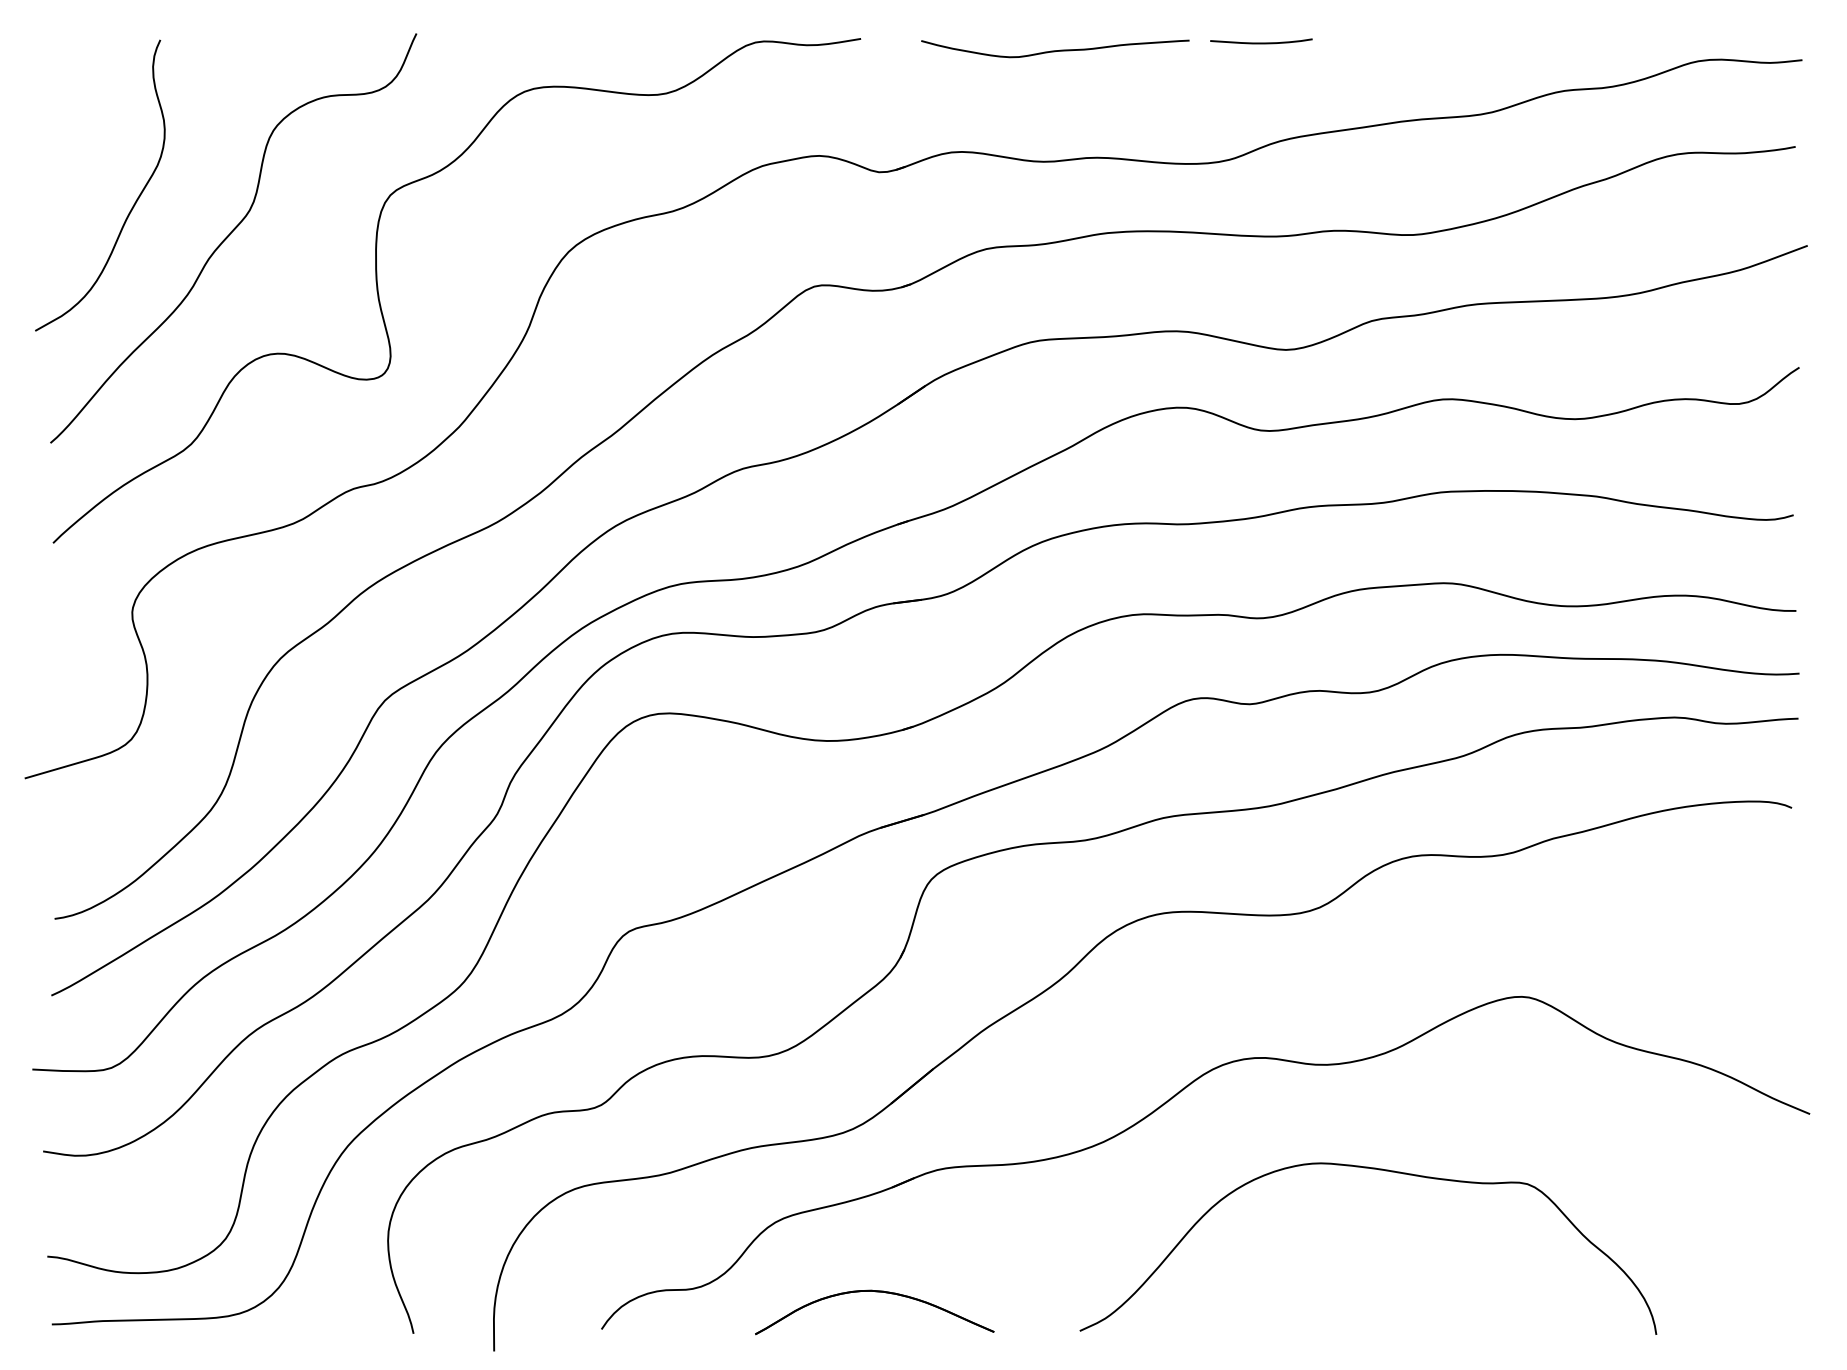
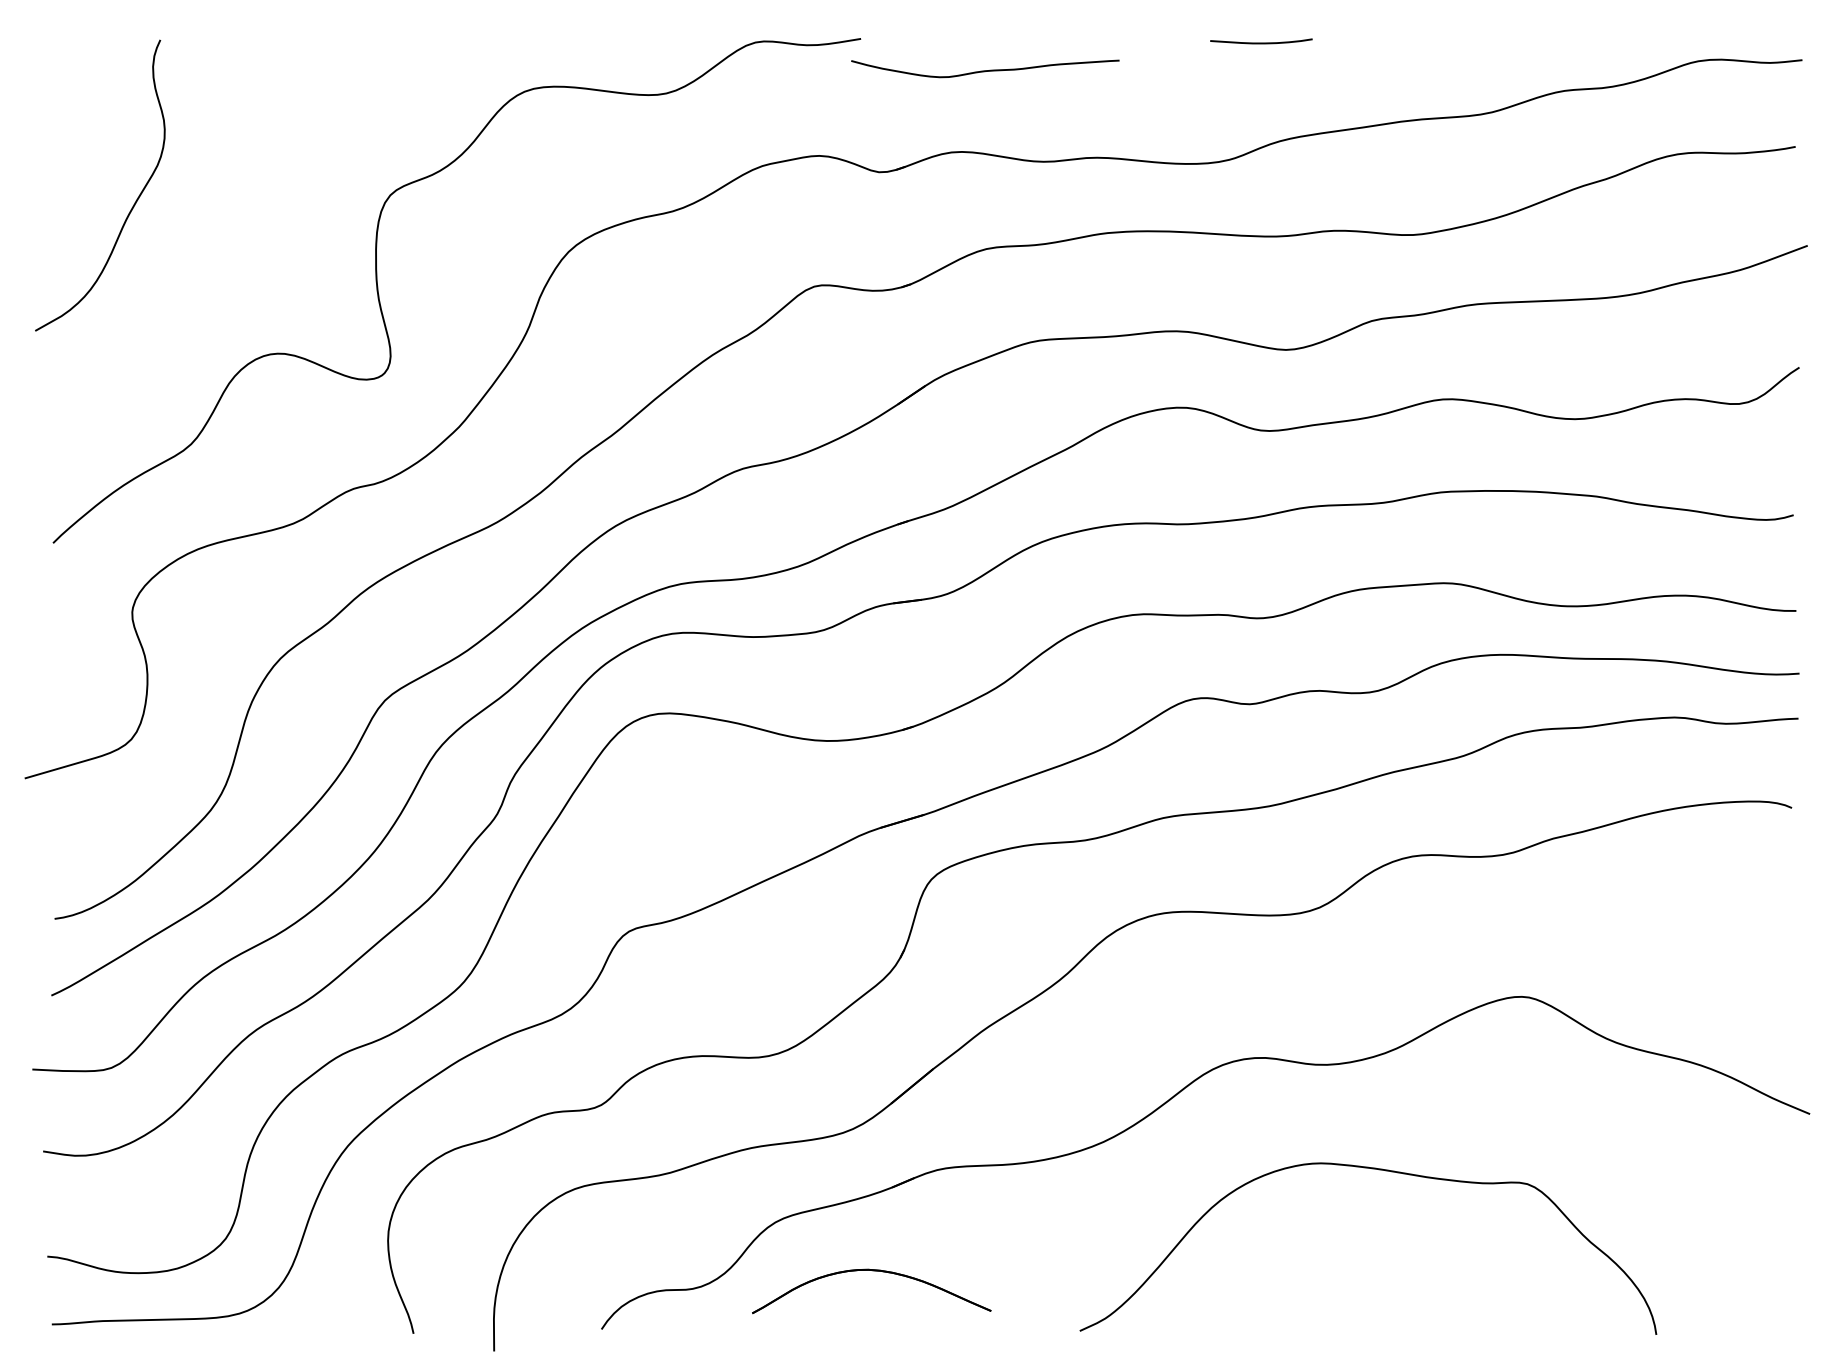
curve at (1055, 50) position: (1055, 50) -> (985, 70)
curve at (230, 235): present -> none
part at (875, 1292) position: (875, 1292) -> (872, 1271)
